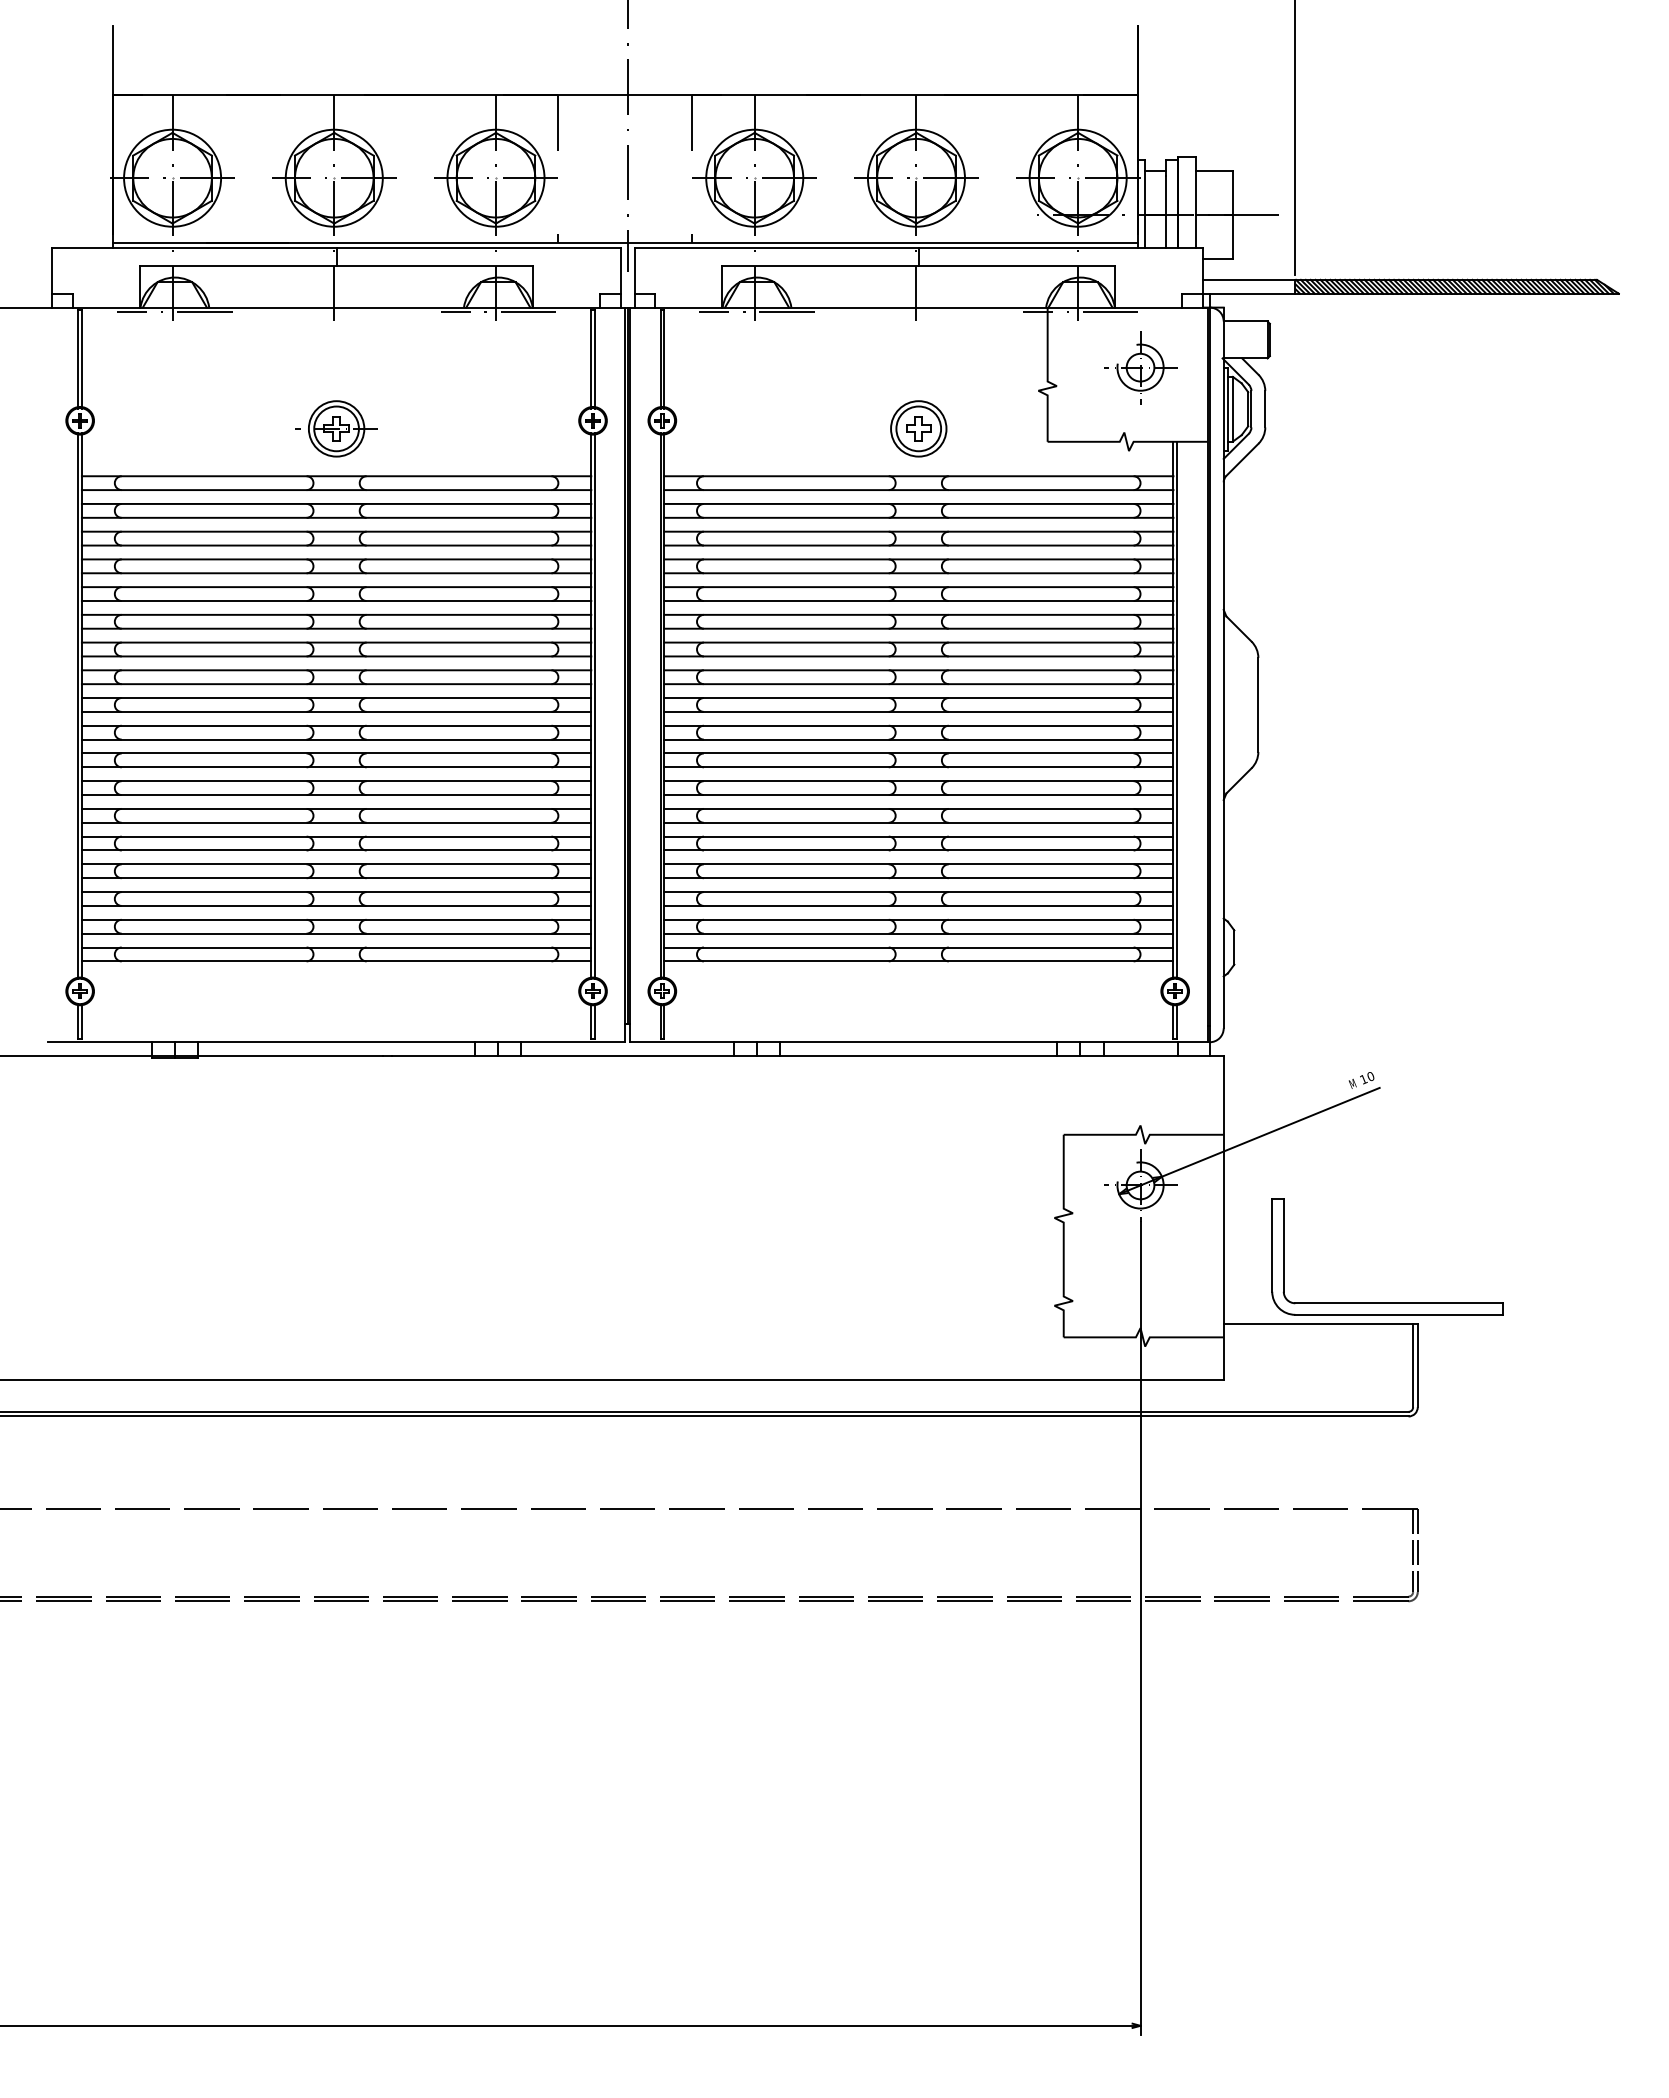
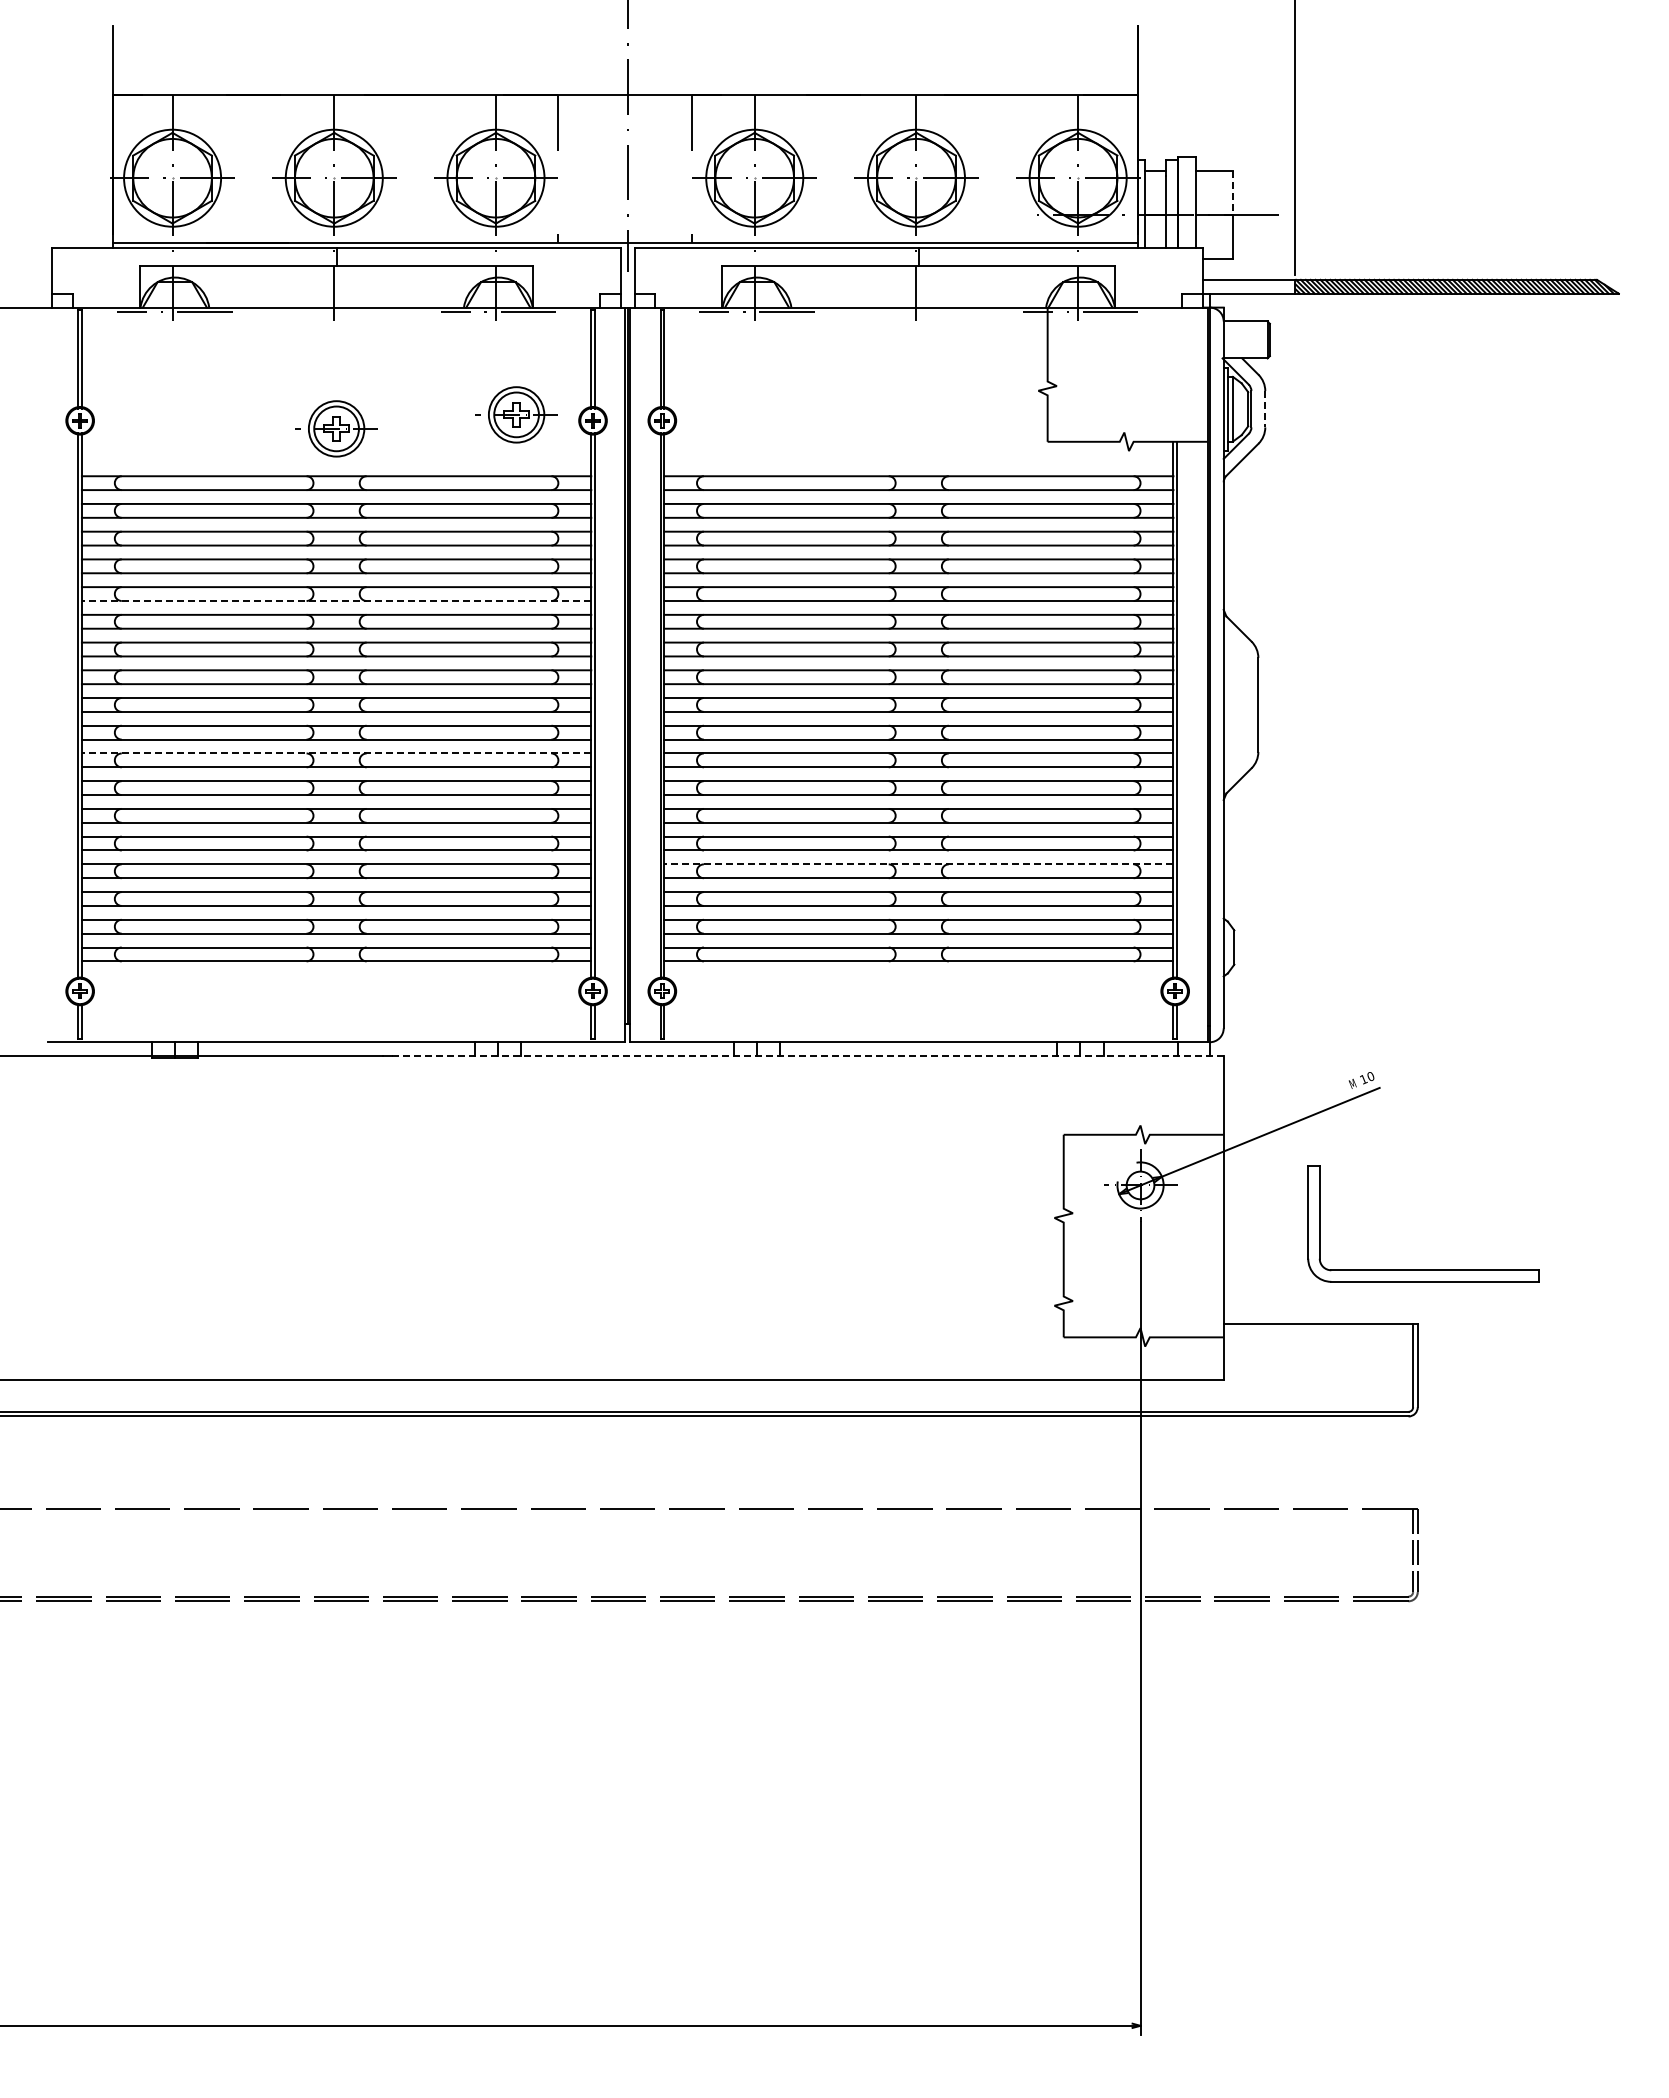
line at (1232, 193): solid -> dashed
part at (1140, 367): present -> none
line at (1265, 409): solid -> dashed
part at (516, 414): none -> present
part at (918, 428): present -> none
line at (336, 601): solid -> dashed
line at (336, 753): solid -> dashed
line at (918, 864): solid -> dashed
line at (807, 1056): solid -> dashed
part at (1387, 1302) position: (1387, 1302) -> (1423, 1269)
